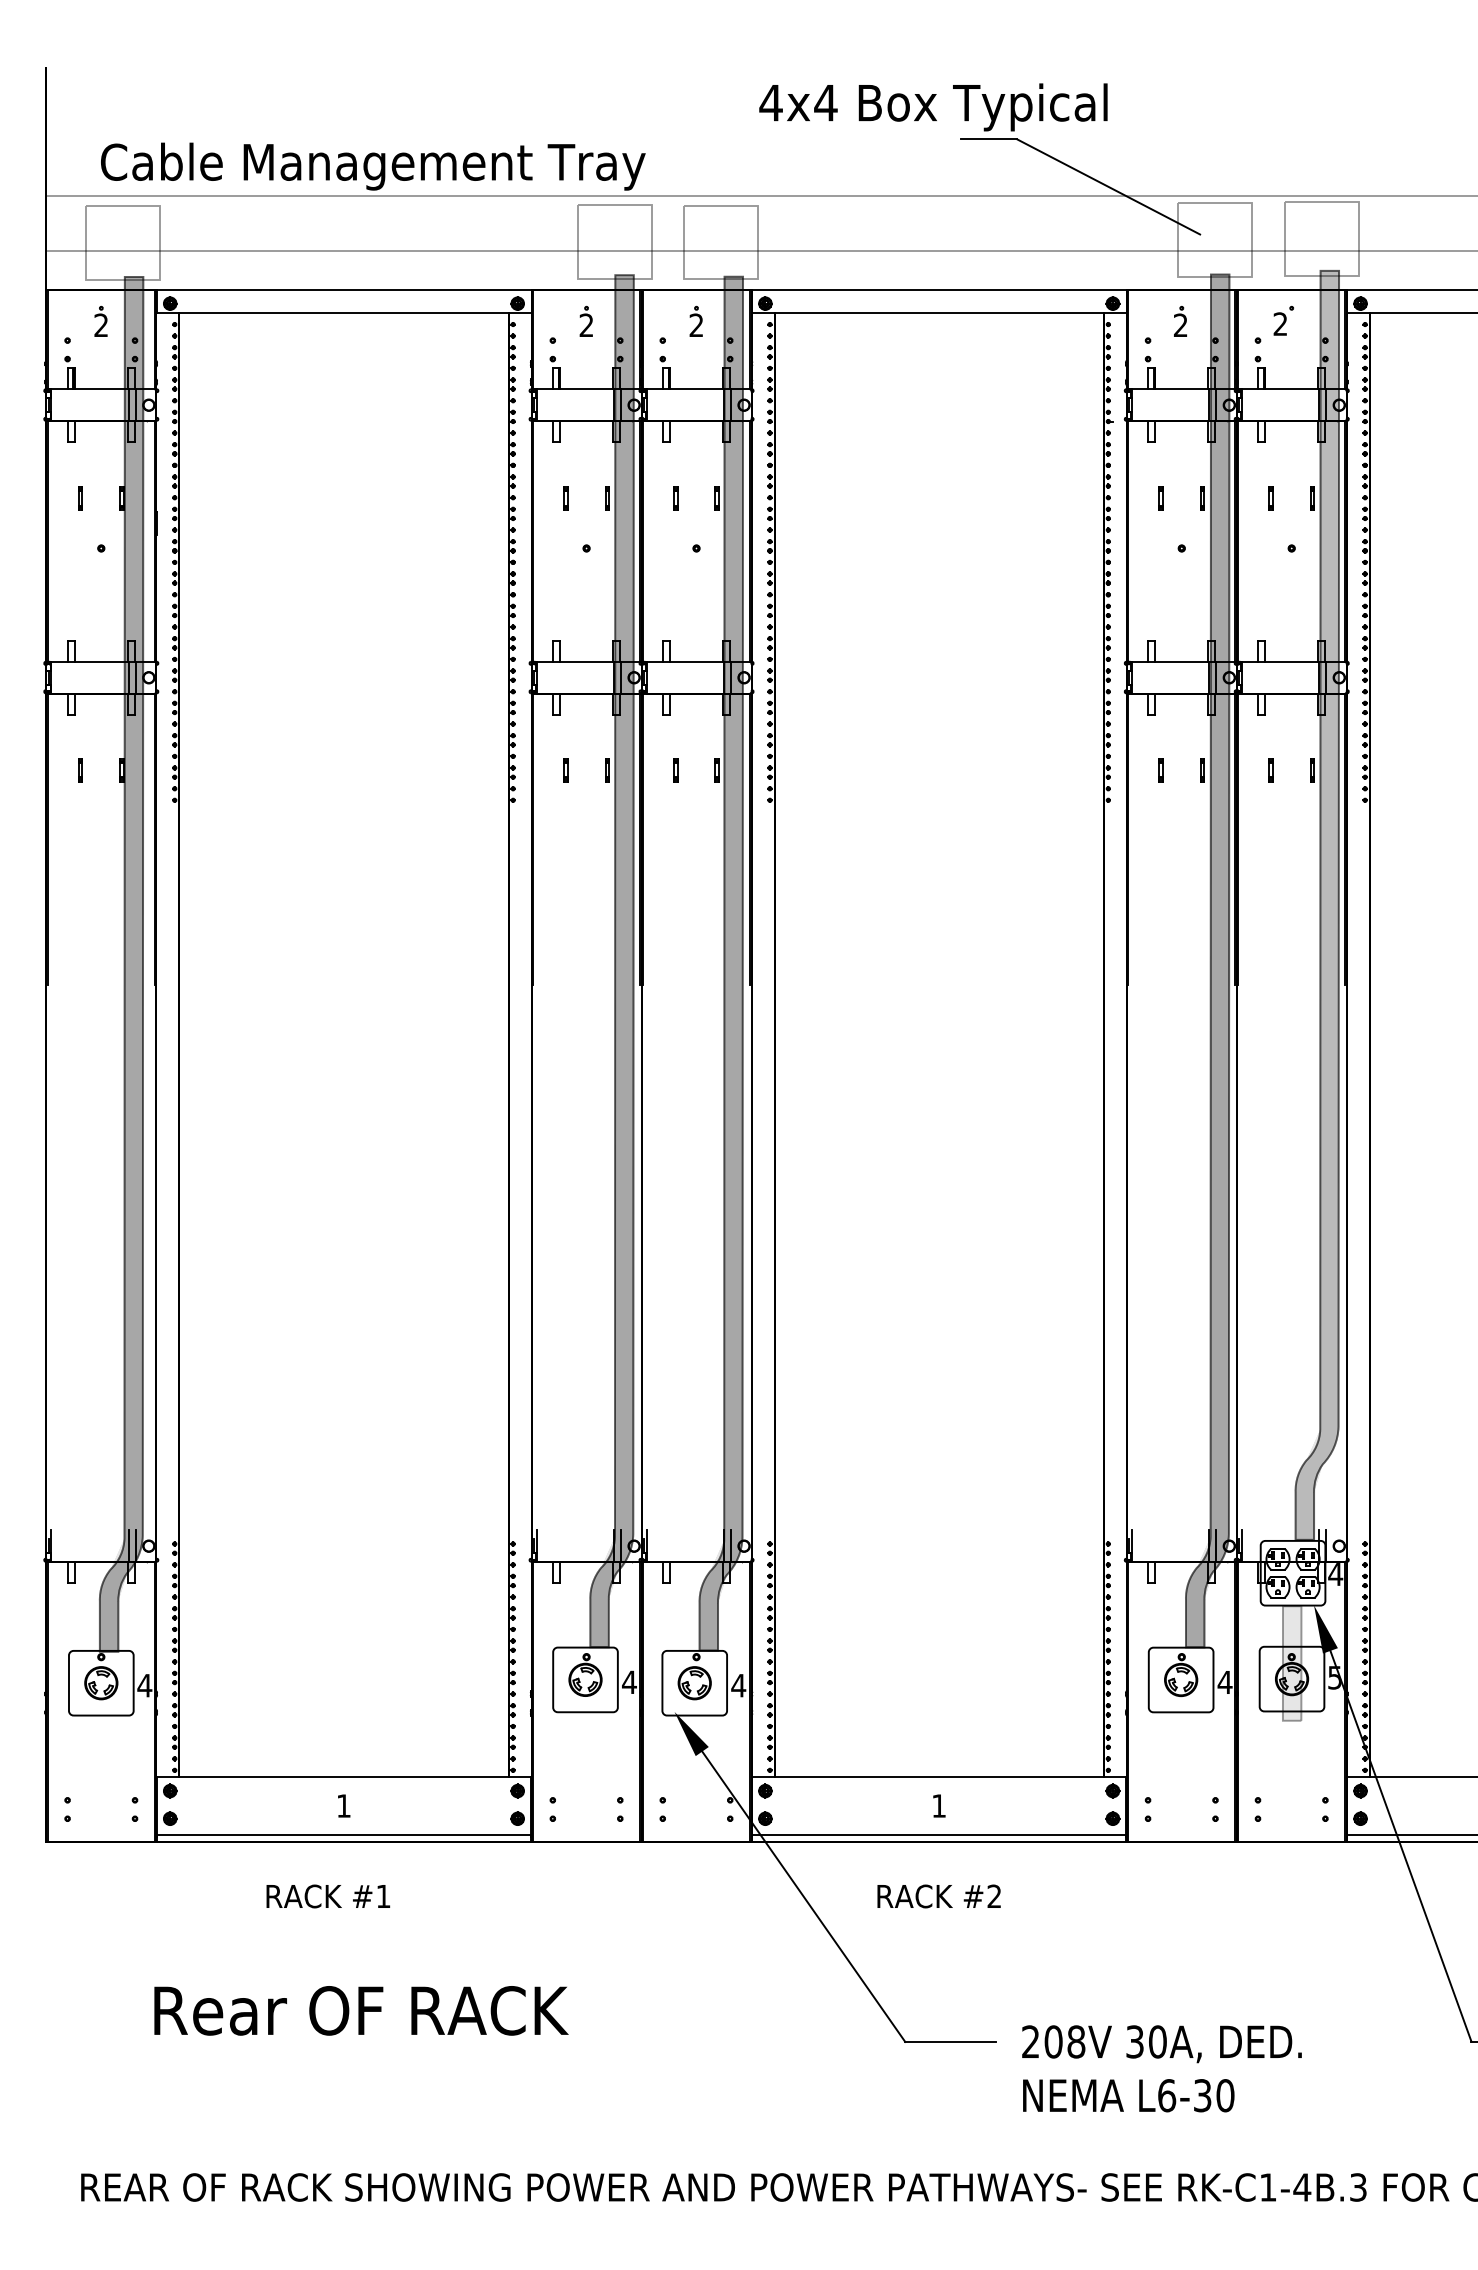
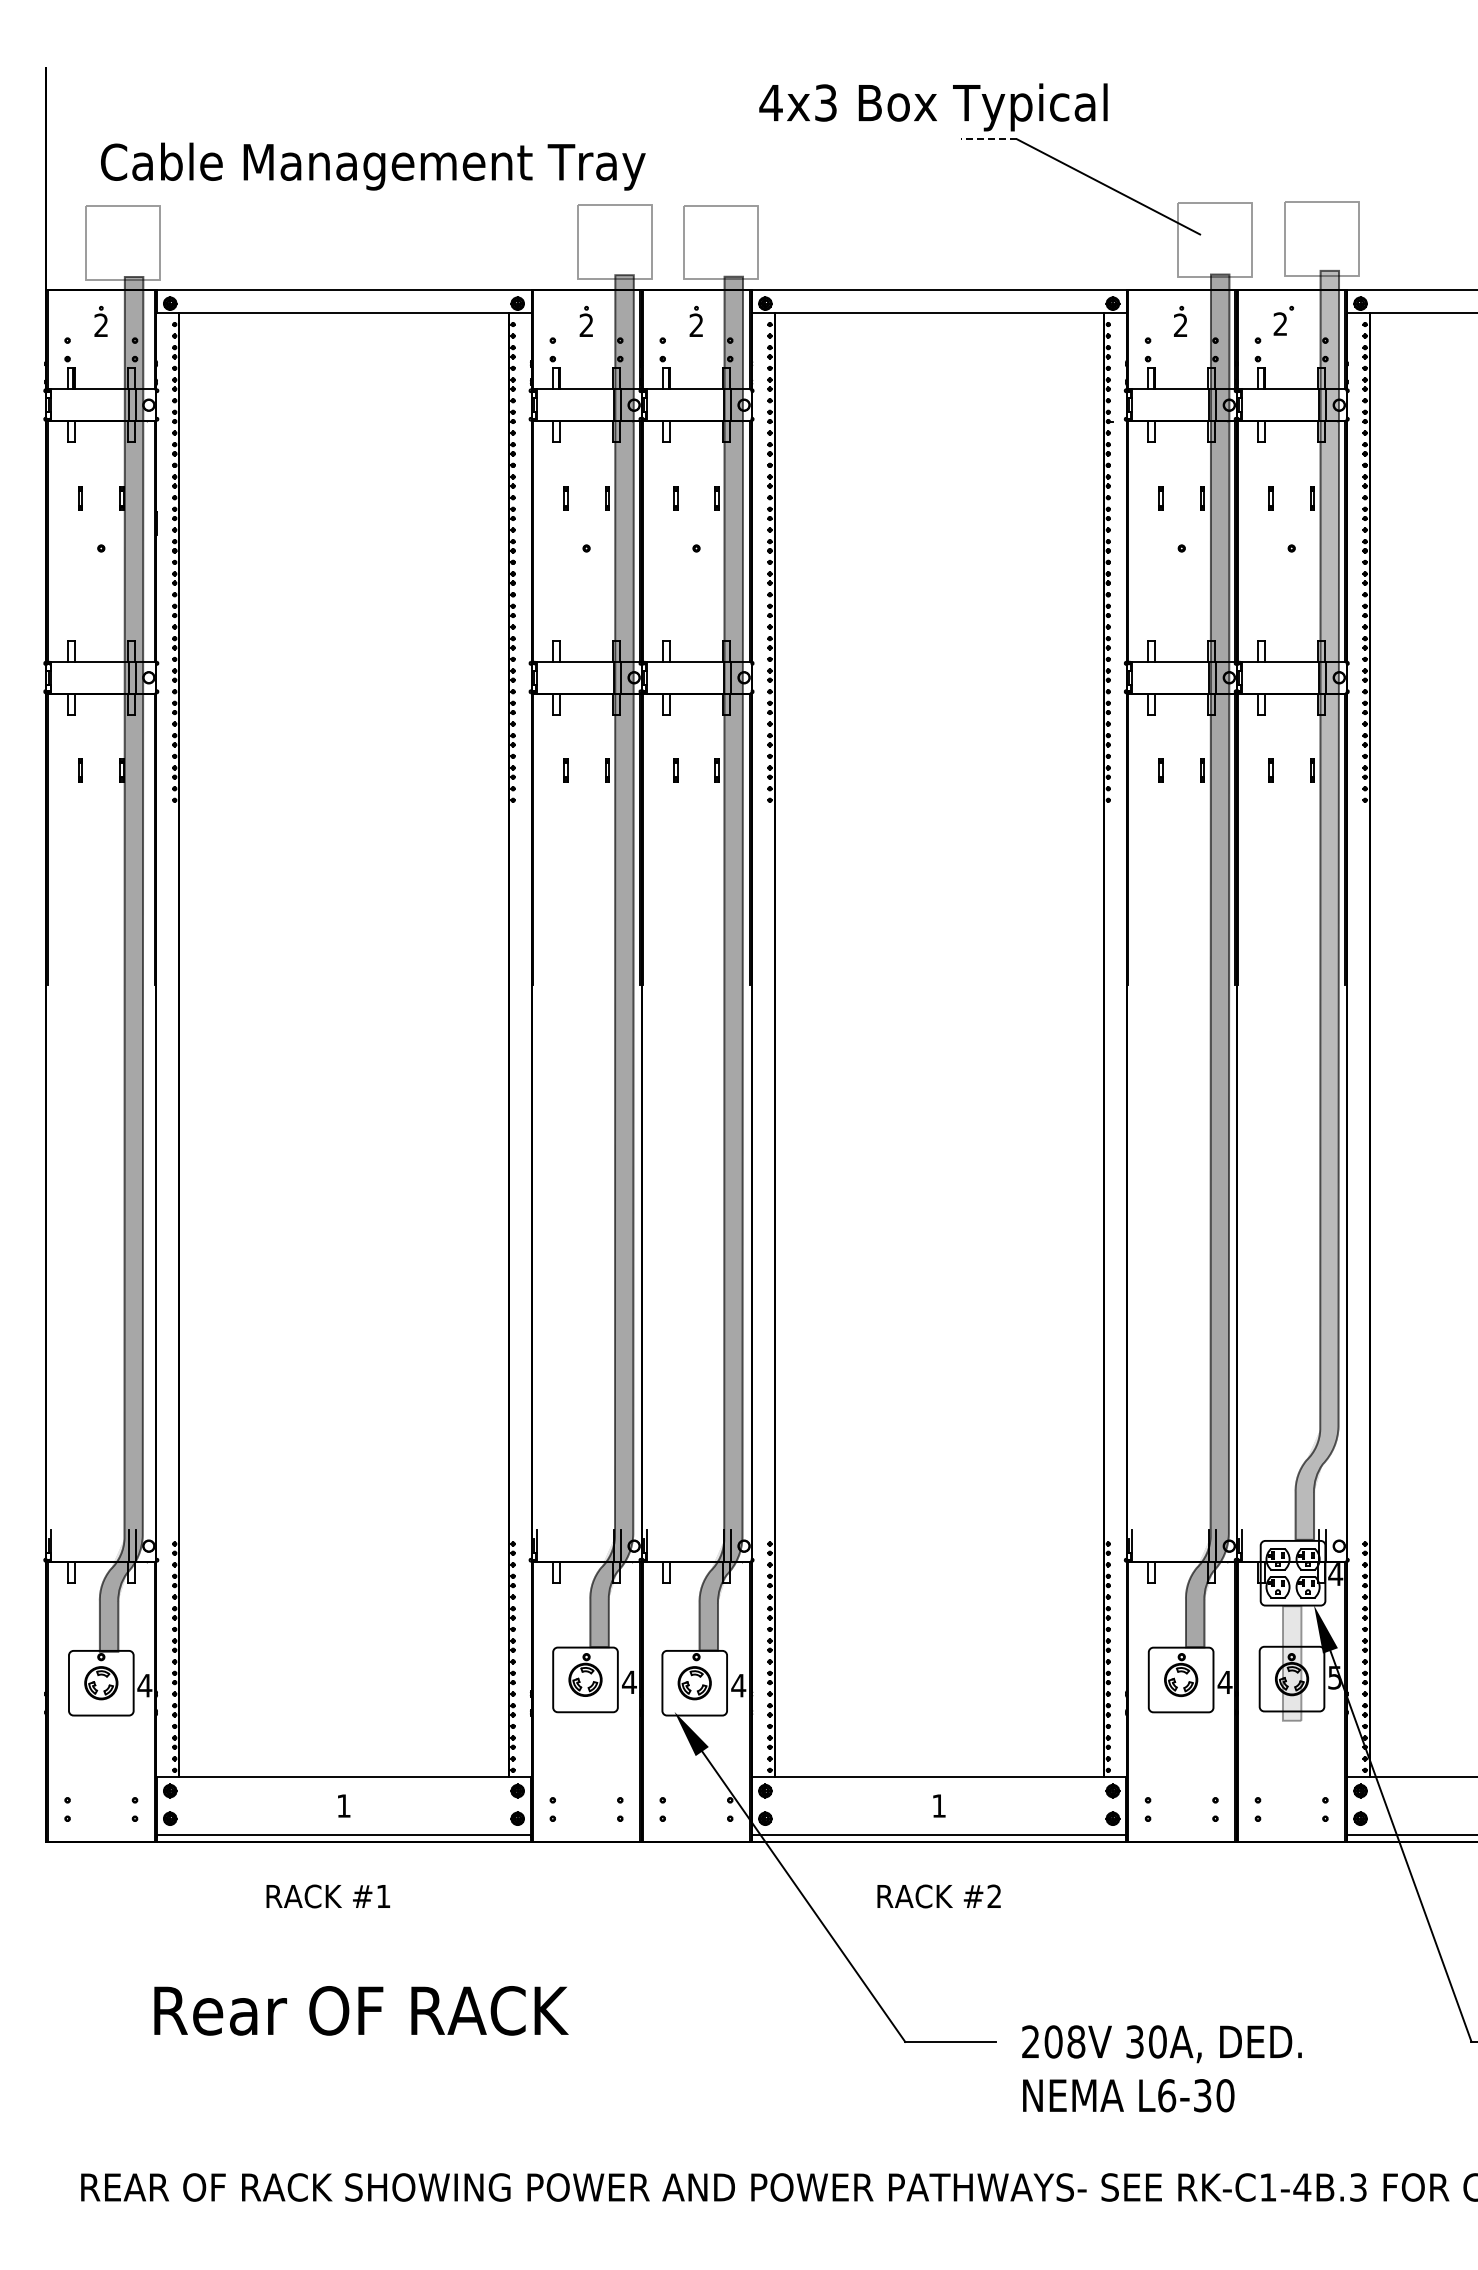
text at (825, 102): 4x4 -> 4x3
line at (988, 139): solid -> dashed
line at (760, 196): present -> none
line at (759, 250): present -> none
